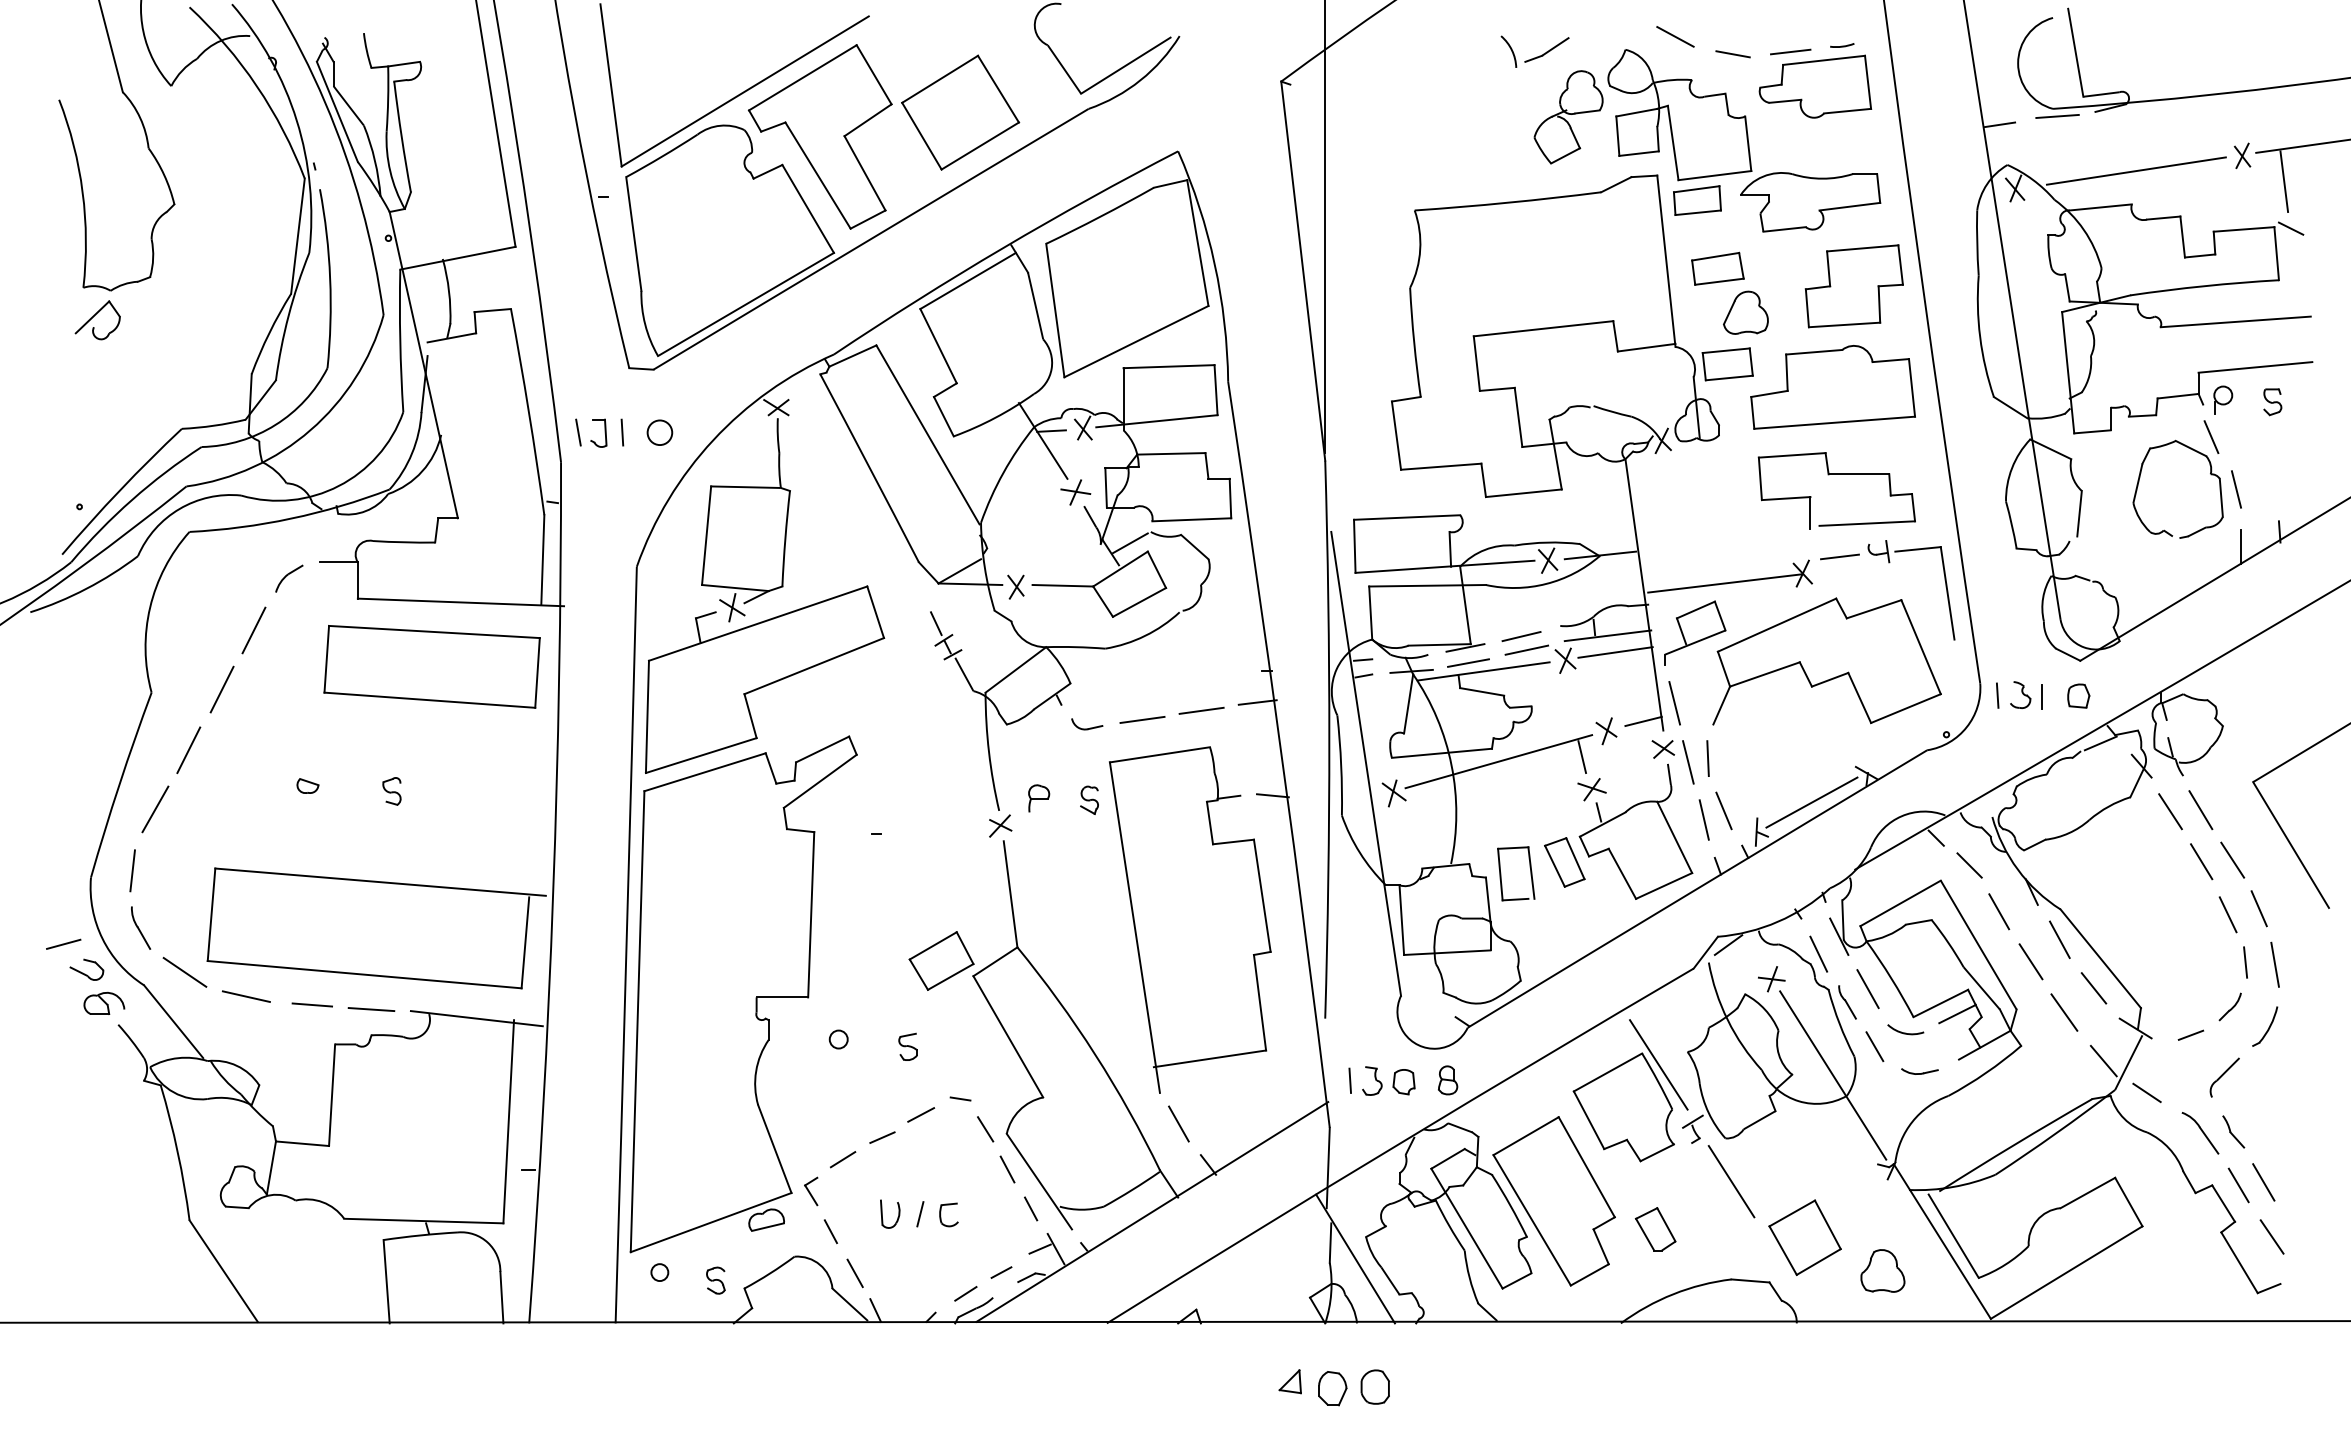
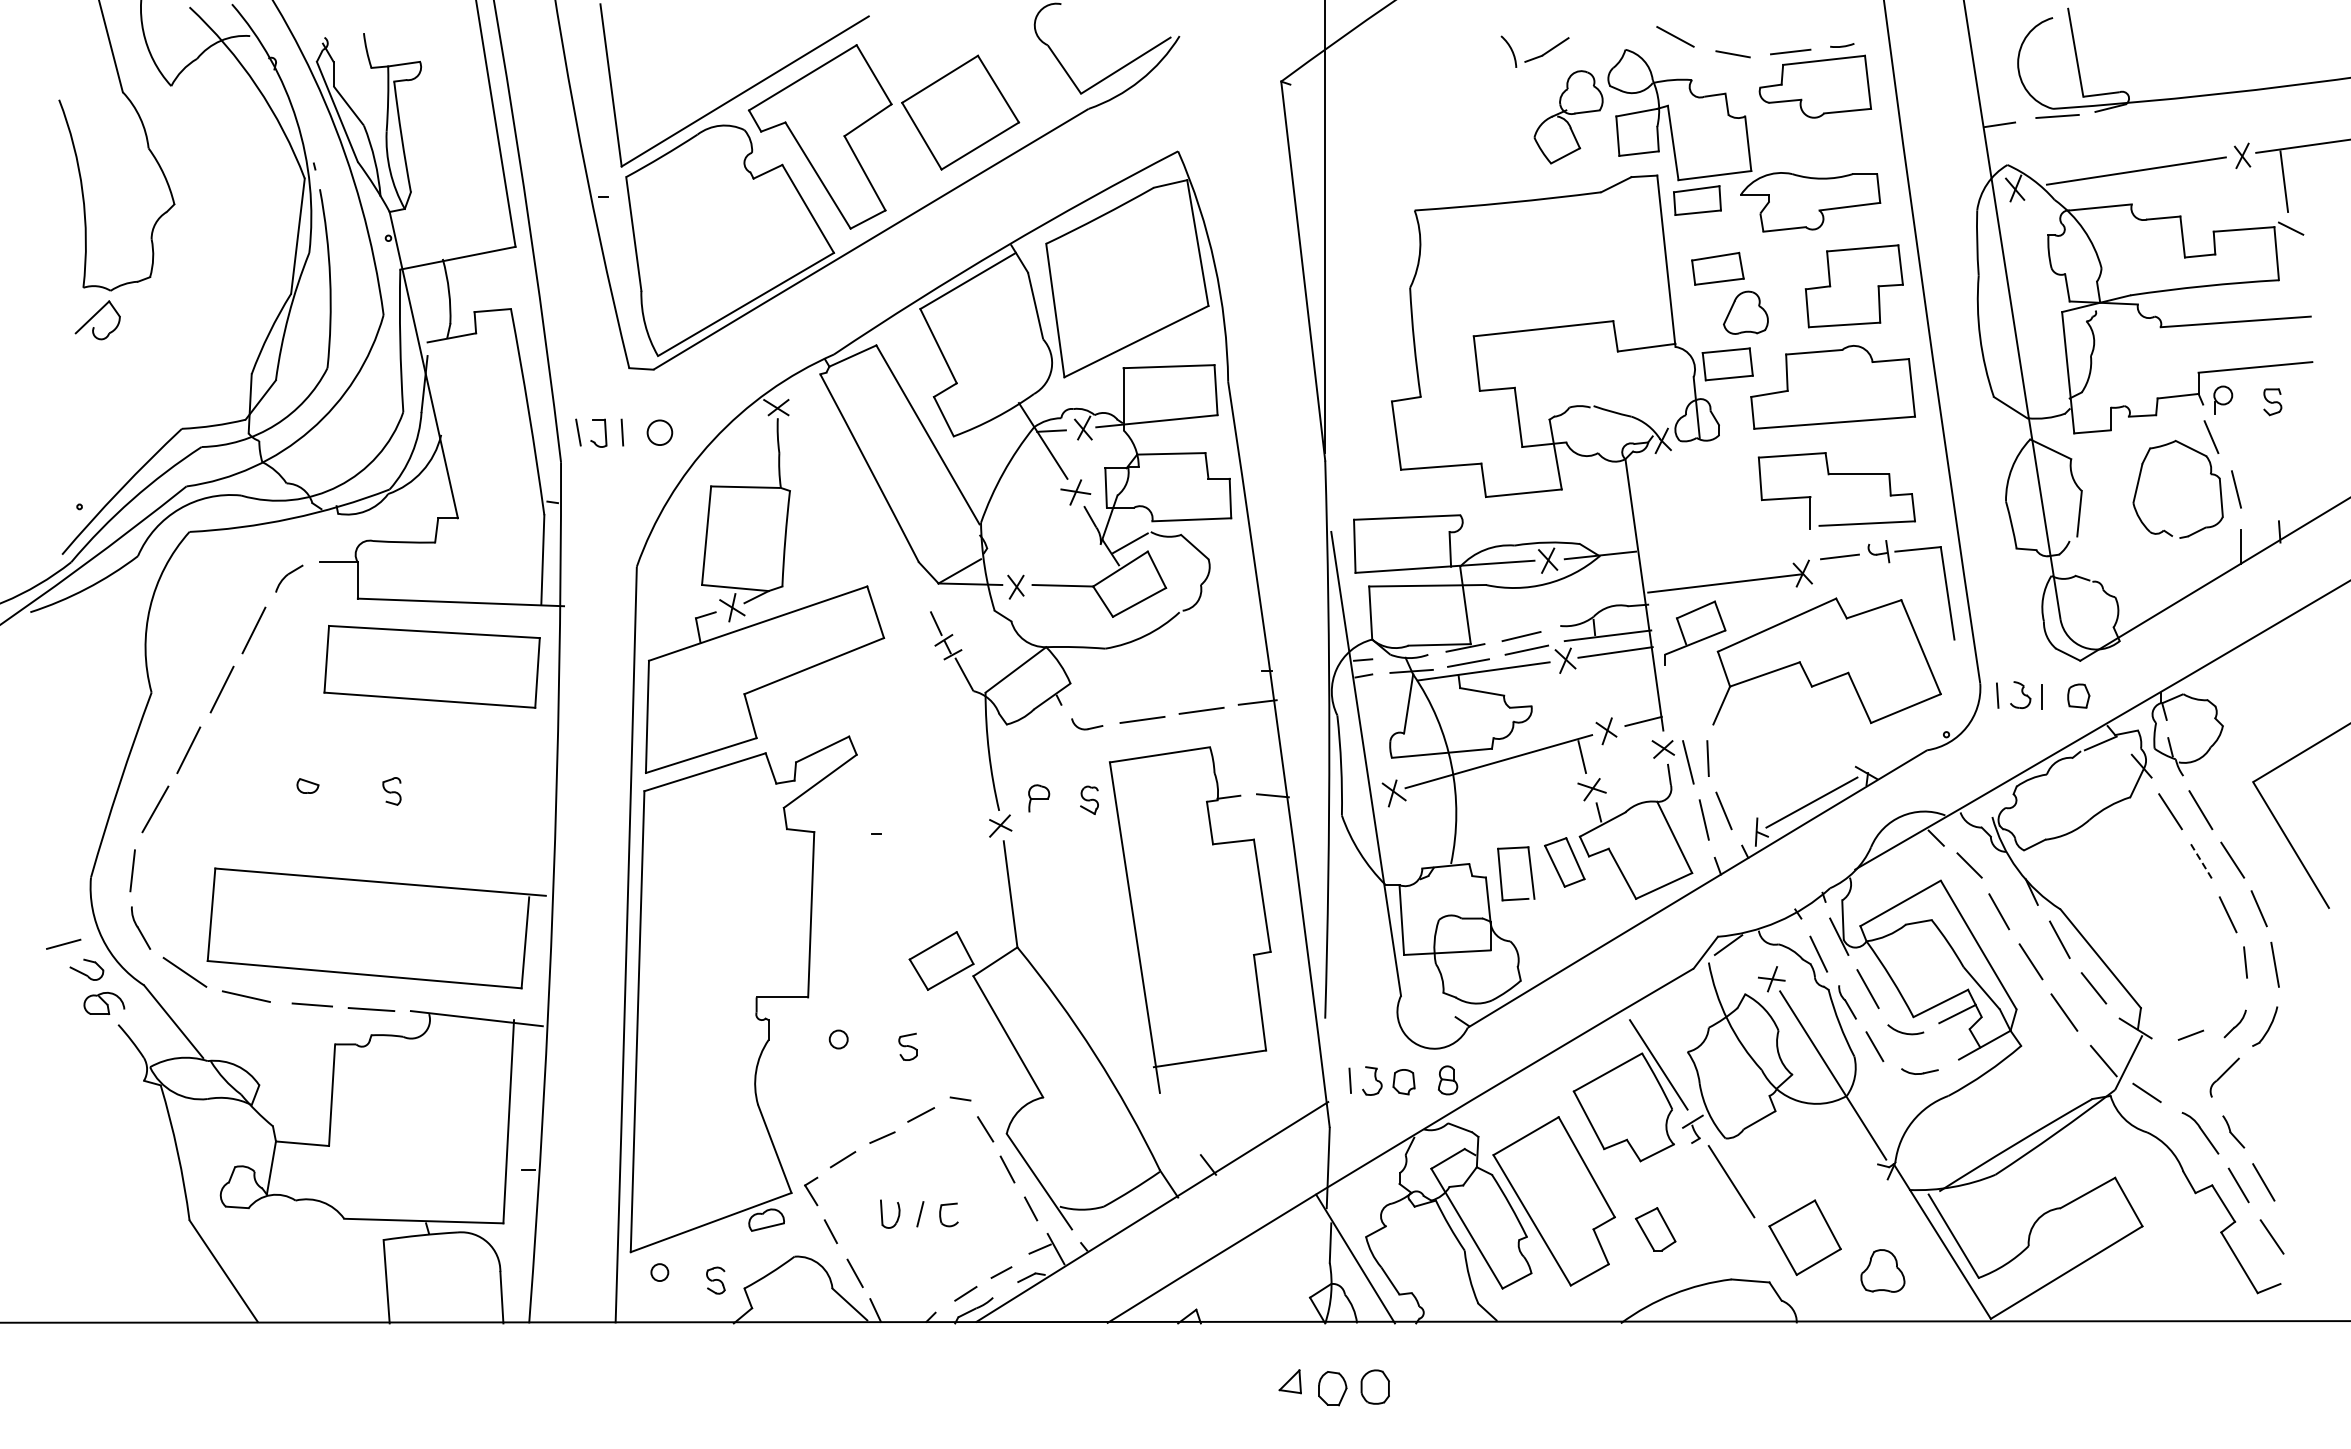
line at (1674, 703): present -> none
line at (2201, 862): solid -> dashed
part at (2229, 1006) position: (2229, 1006) -> (2234, 1023)
line at (1178, 1123): present -> none
